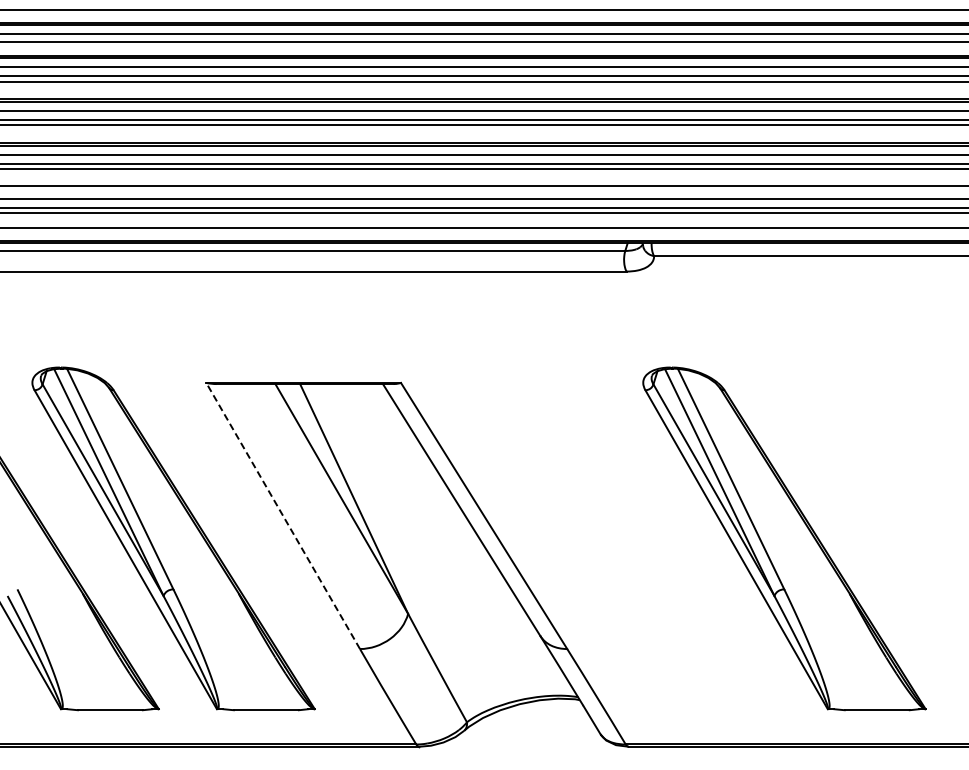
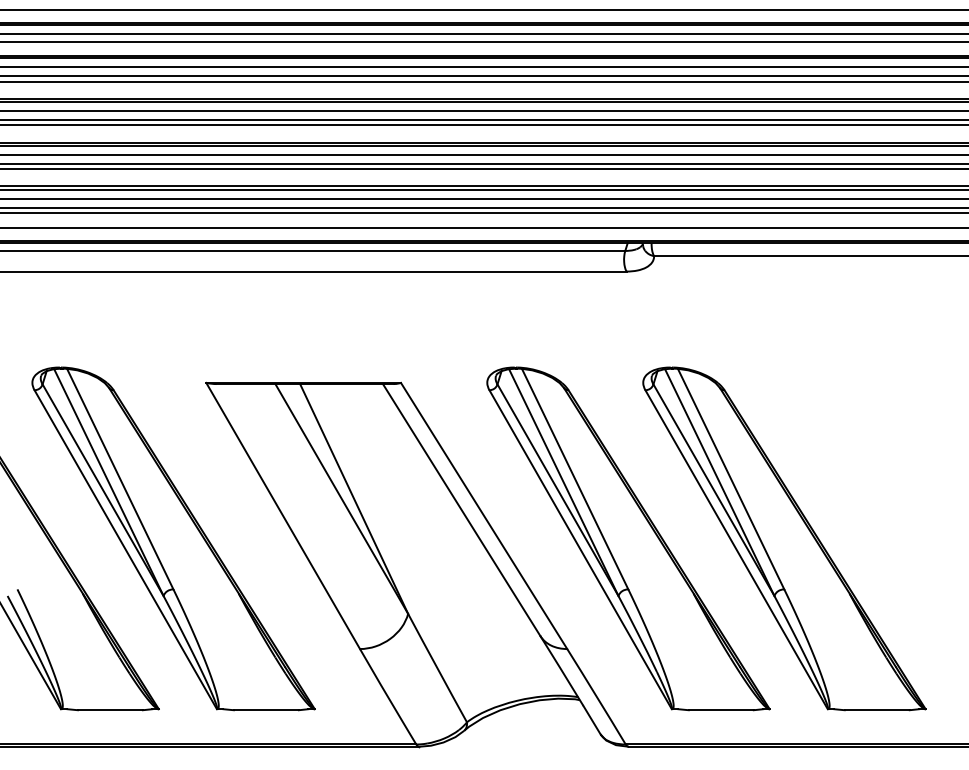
line at (483, 189): none -> present
line at (283, 515): dashed -> solid
part at (628, 538): none -> present
